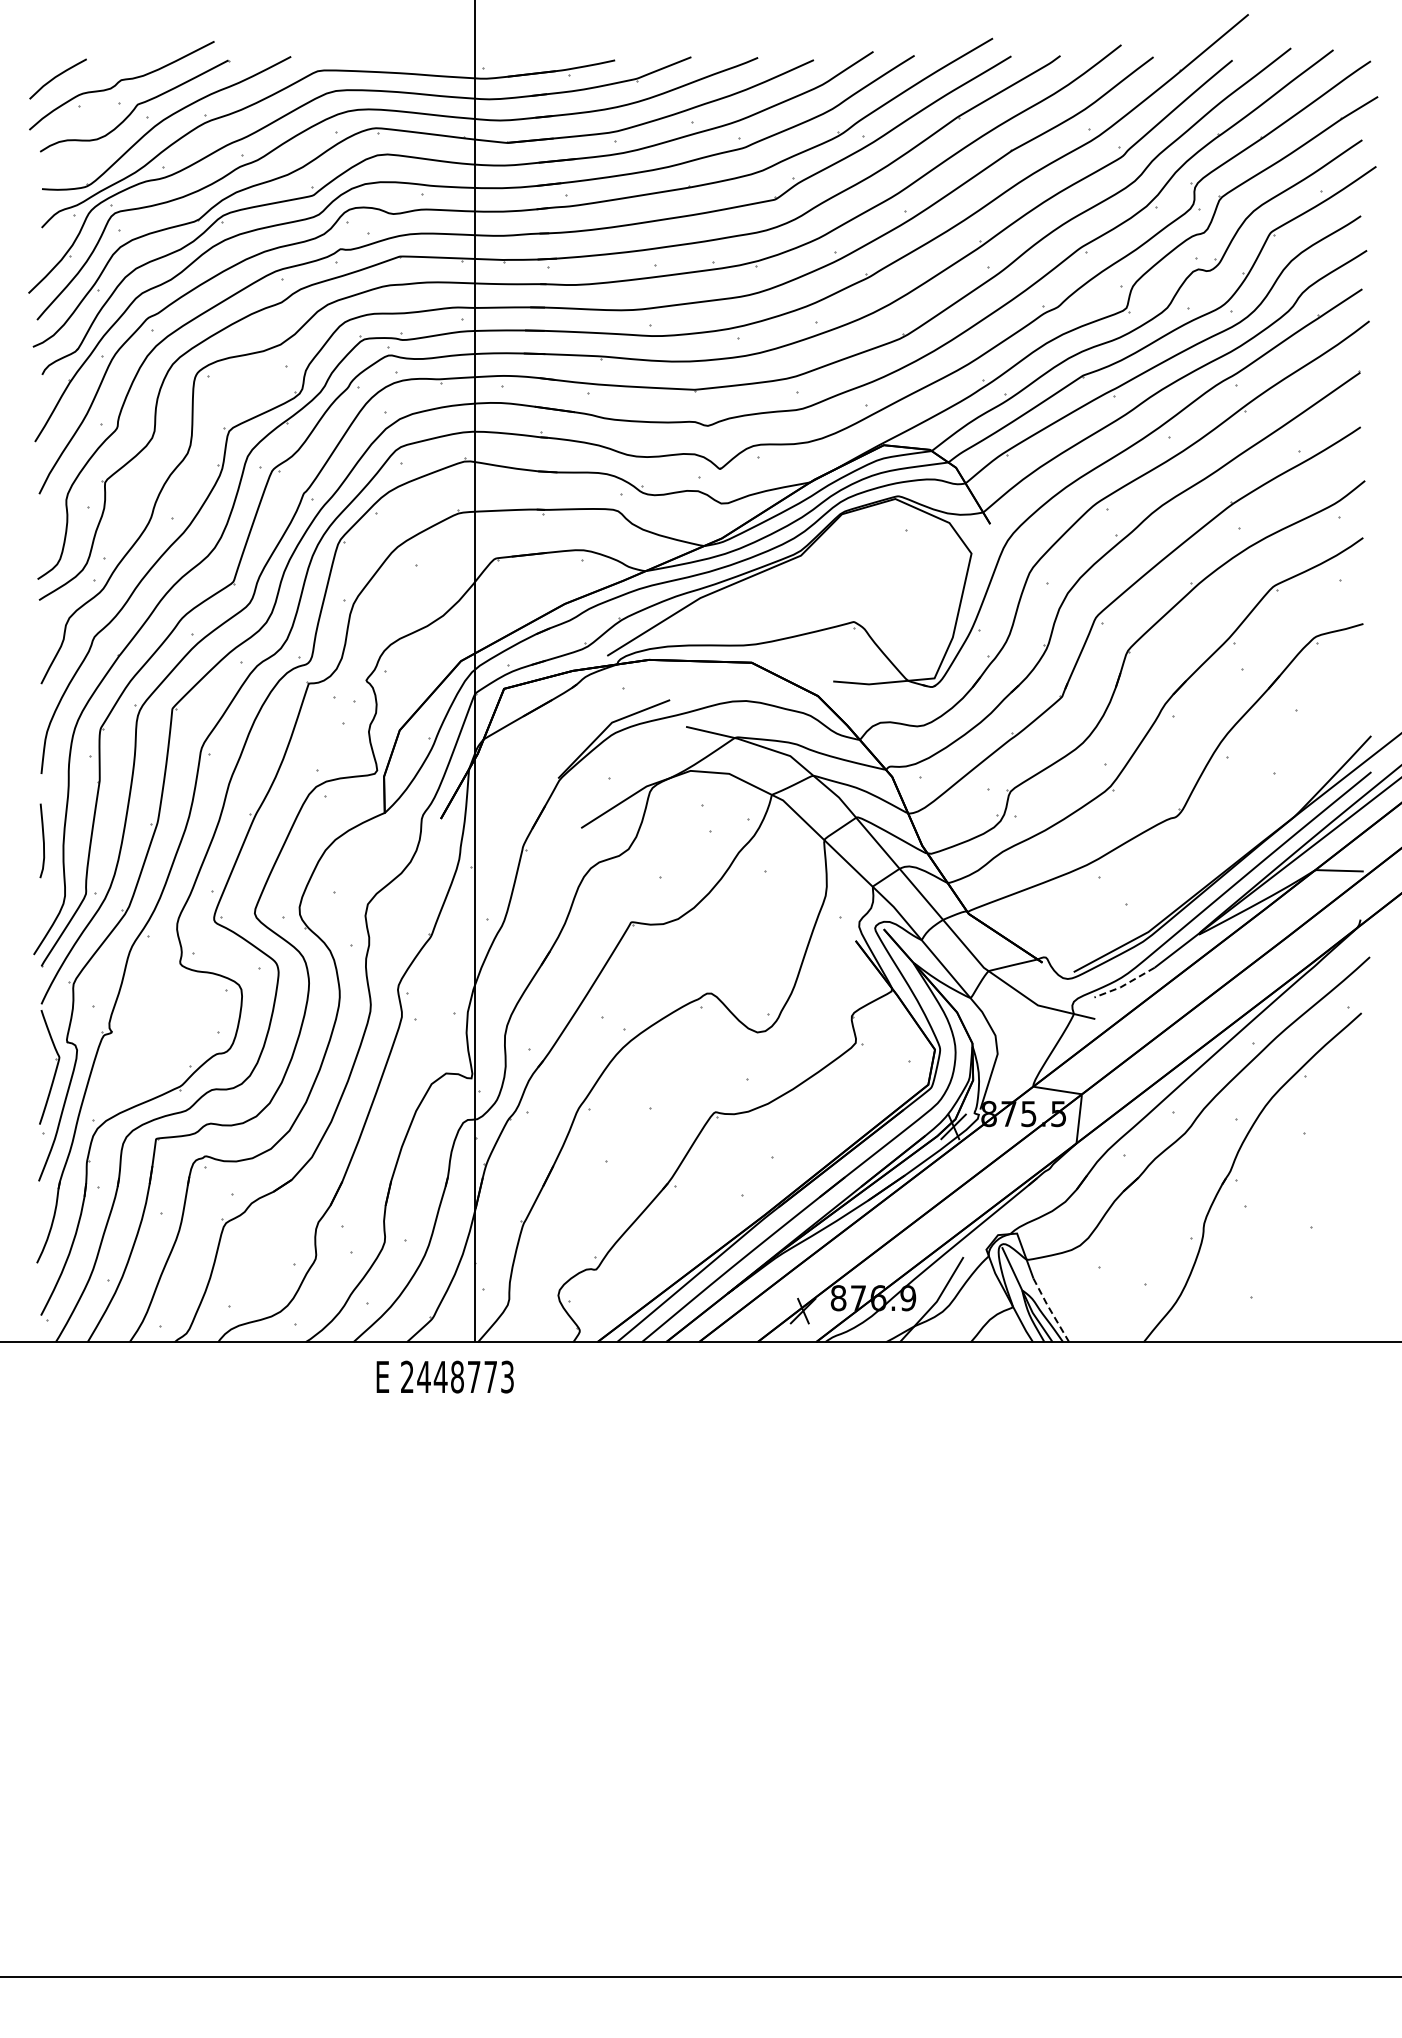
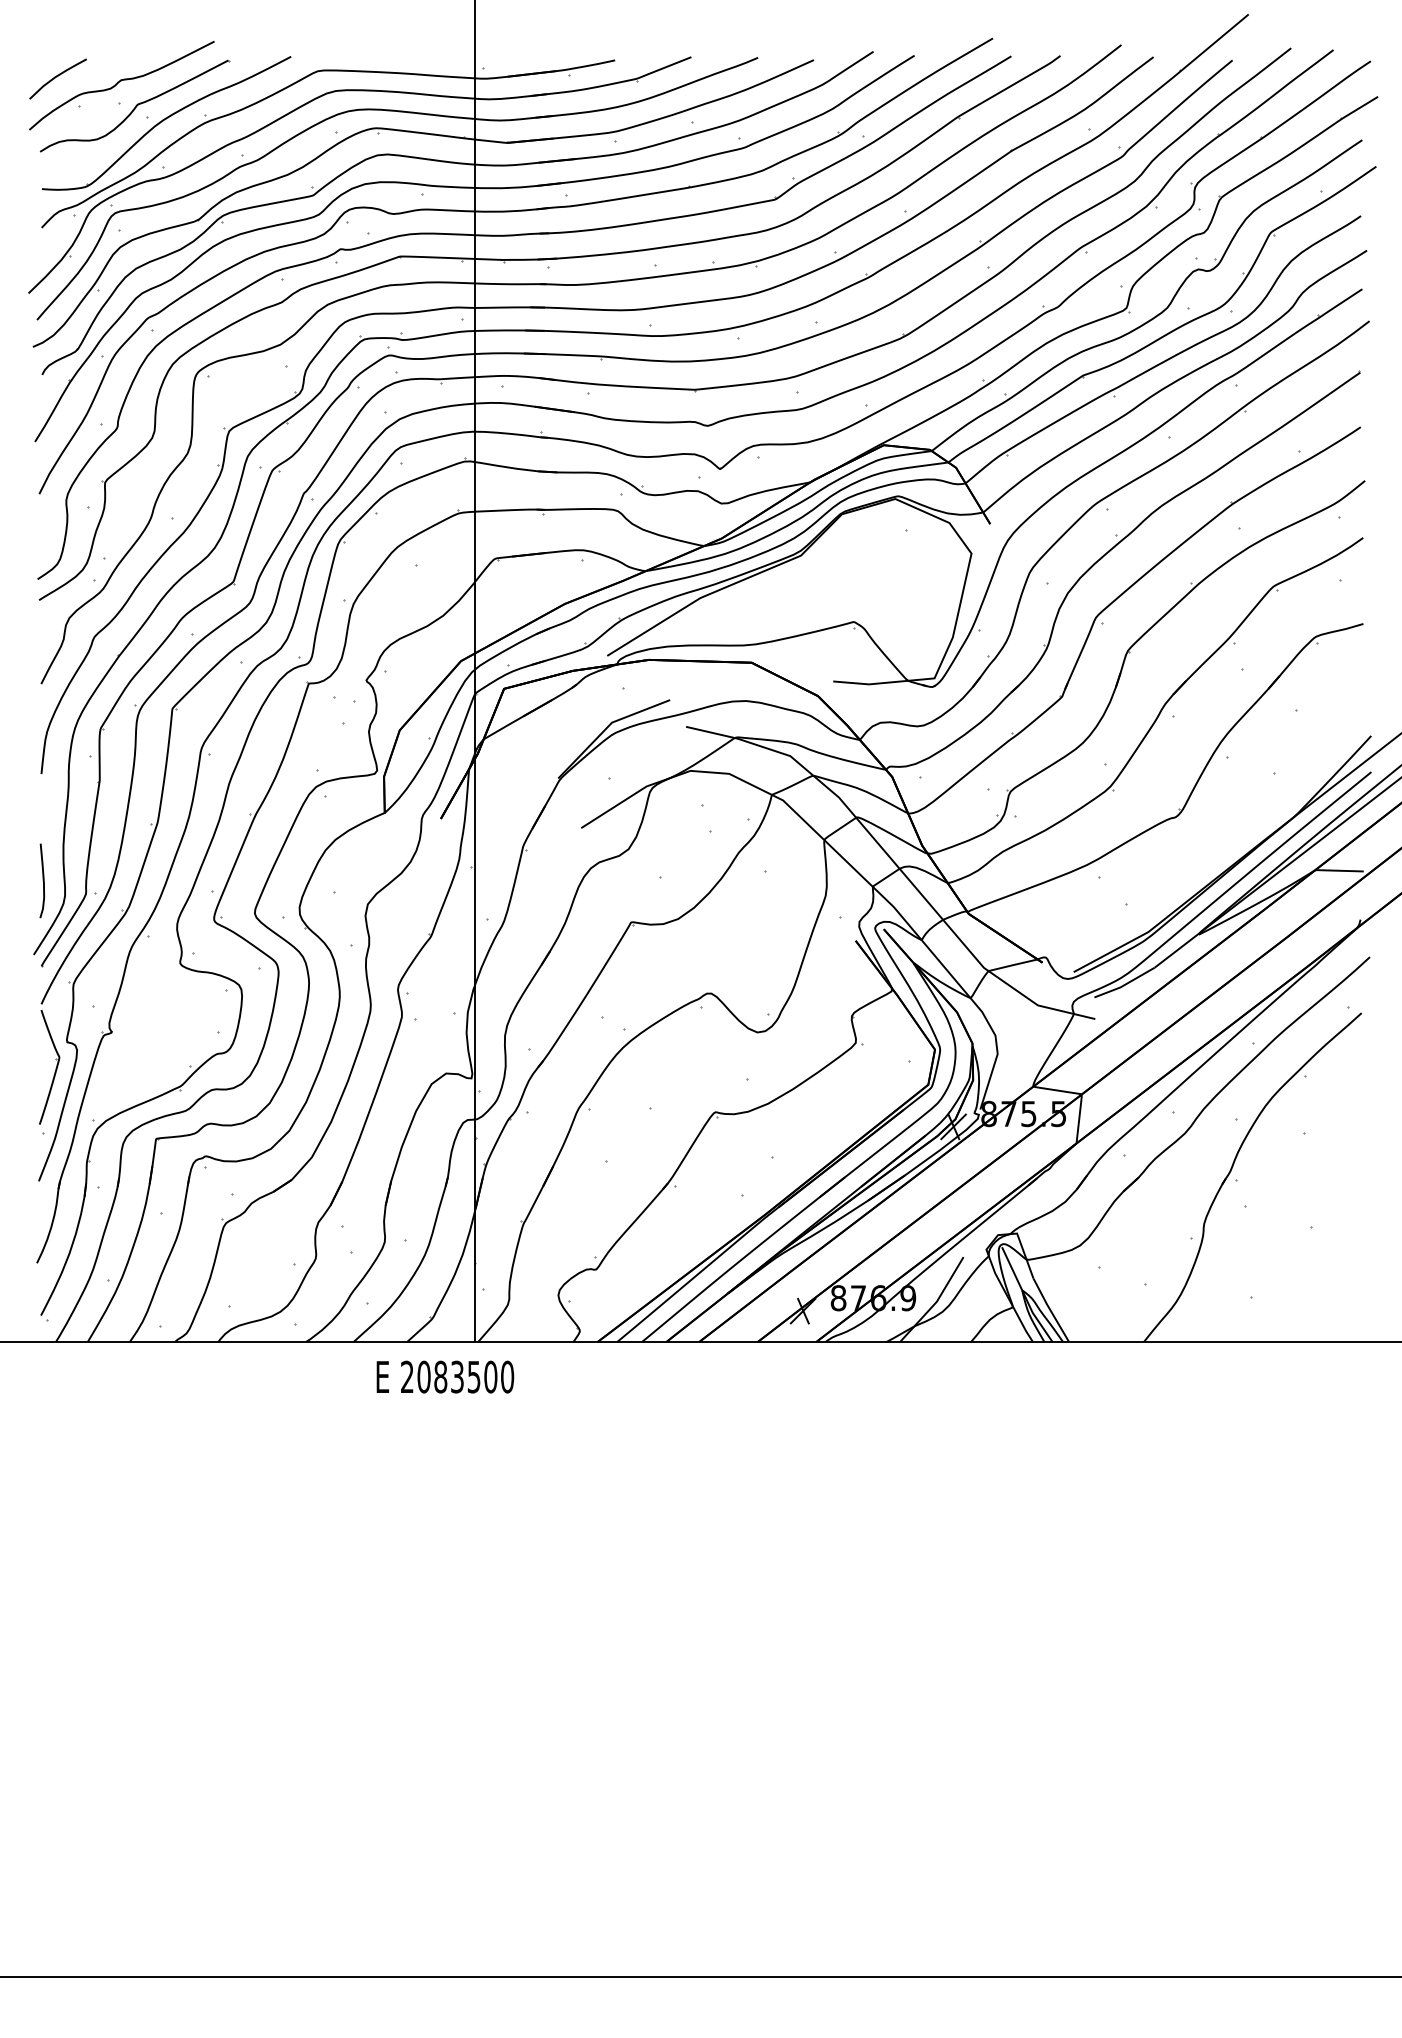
curve at (42, 840) position: (42, 840) -> (42, 880)
line at (1124, 984): dashed -> solid
line at (1050, 1309): dashed -> solid
text at (465, 1376): 2448773 -> 2083500
